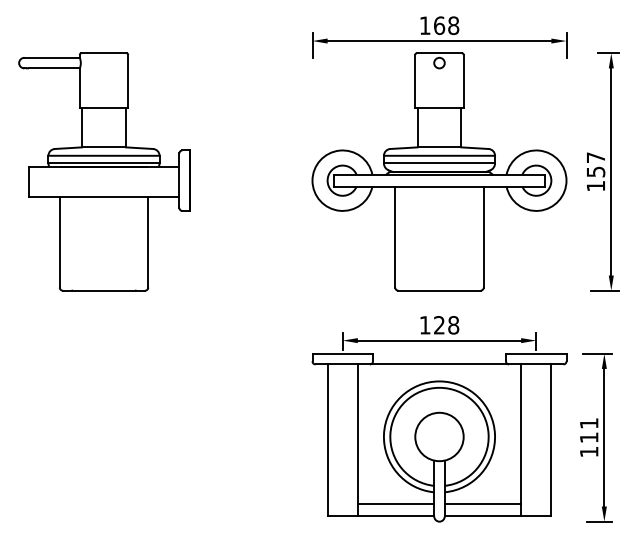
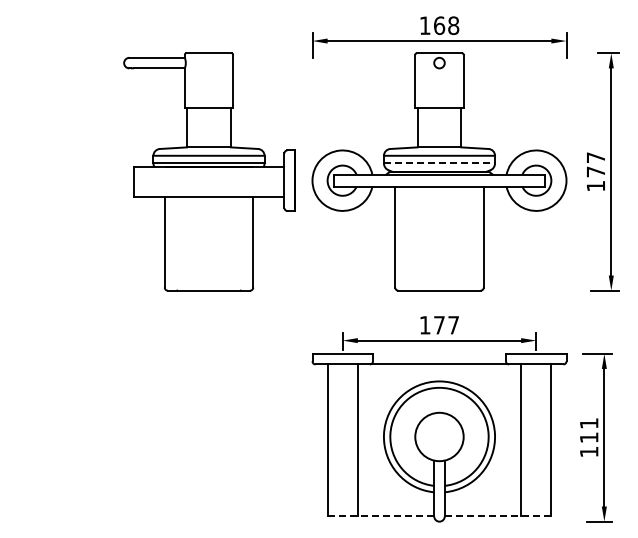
line at (439, 163): solid -> dashed
part at (104, 171) position: (104, 171) -> (209, 171)
text at (596, 171): 157 -> 177
text at (446, 325): 128 -> 177
line at (395, 503): present -> none
line at (482, 503): present -> none
line at (381, 515): solid -> dashed
line at (498, 515): solid -> dashed
